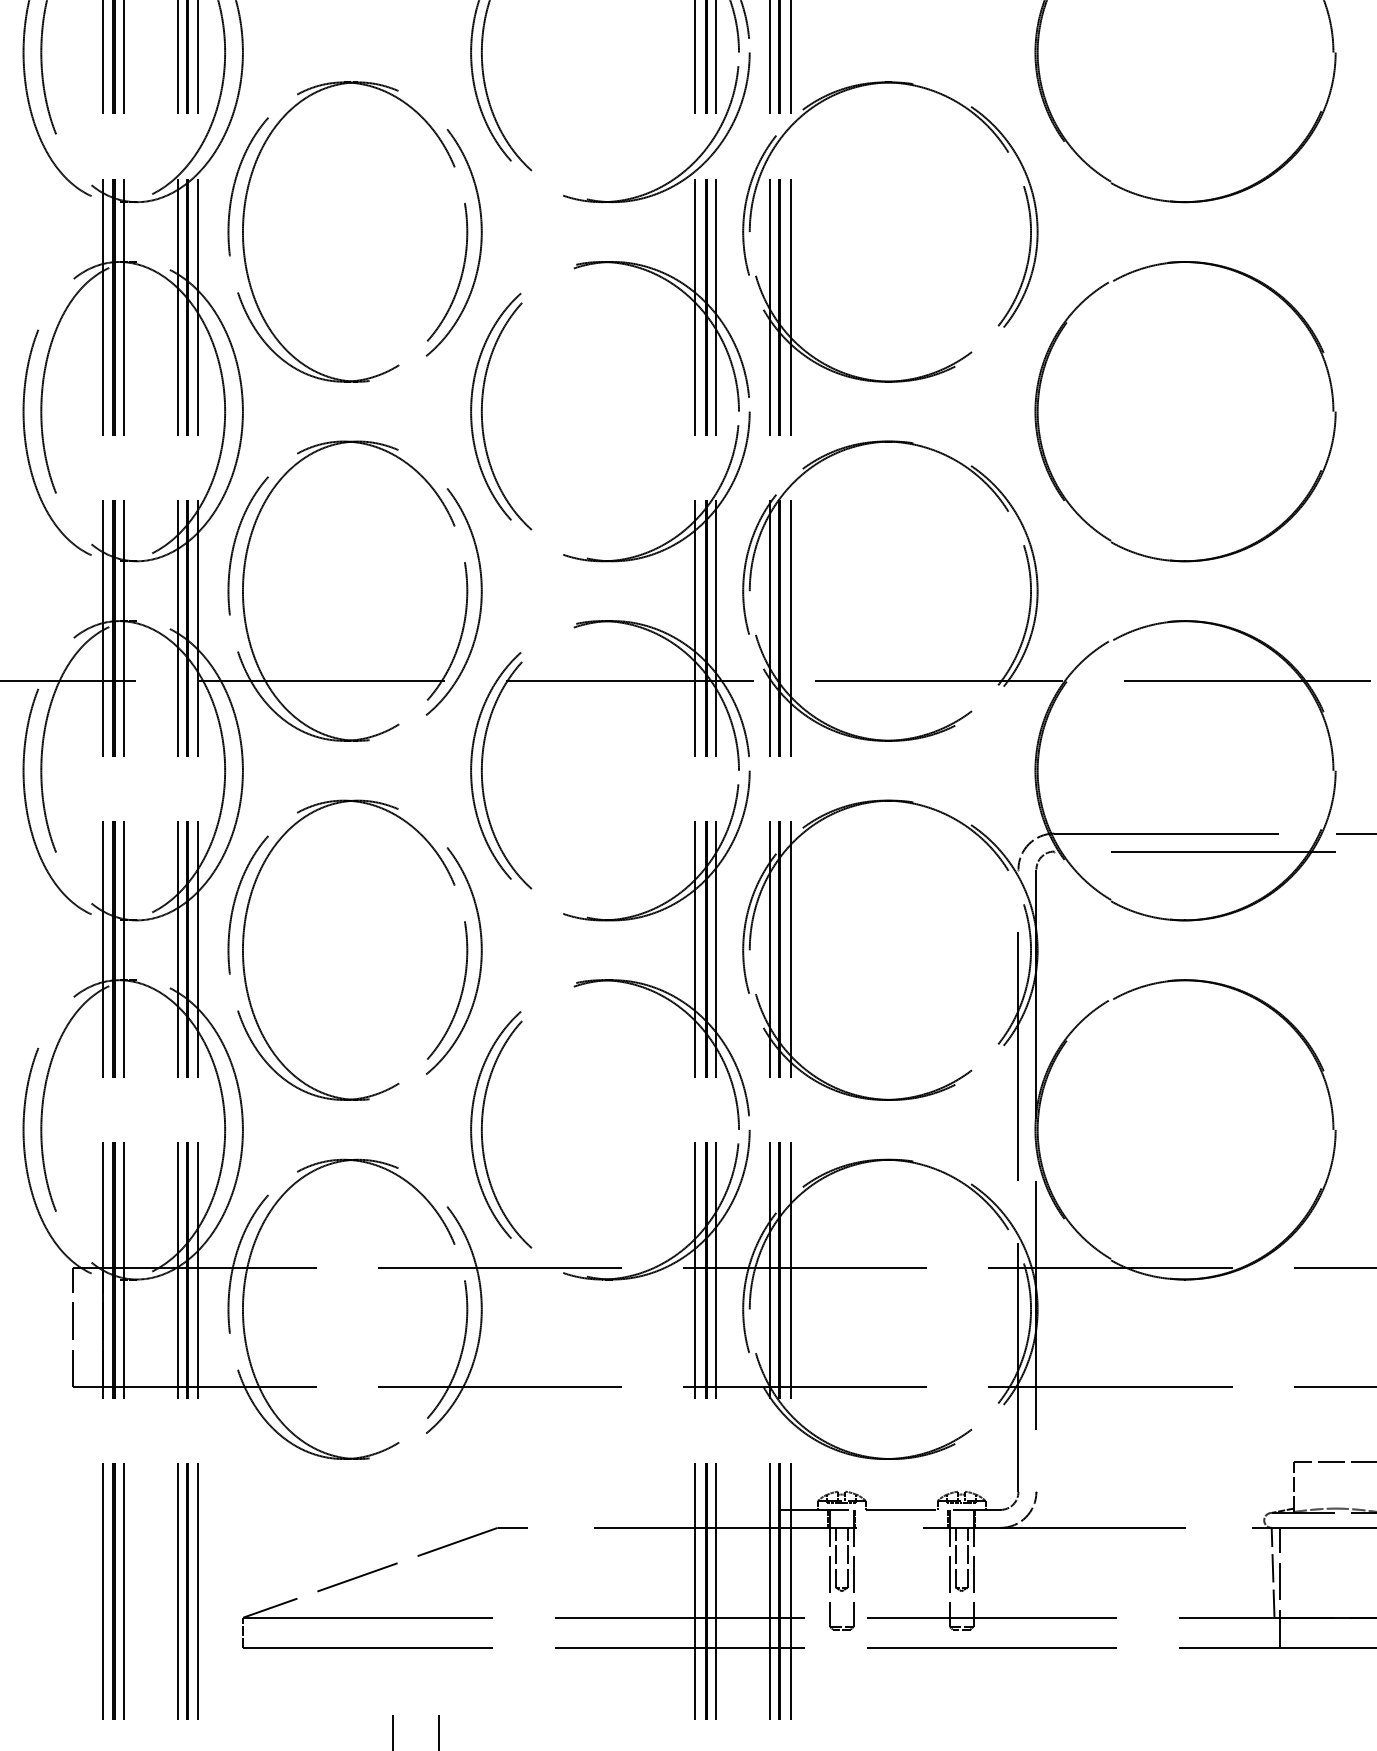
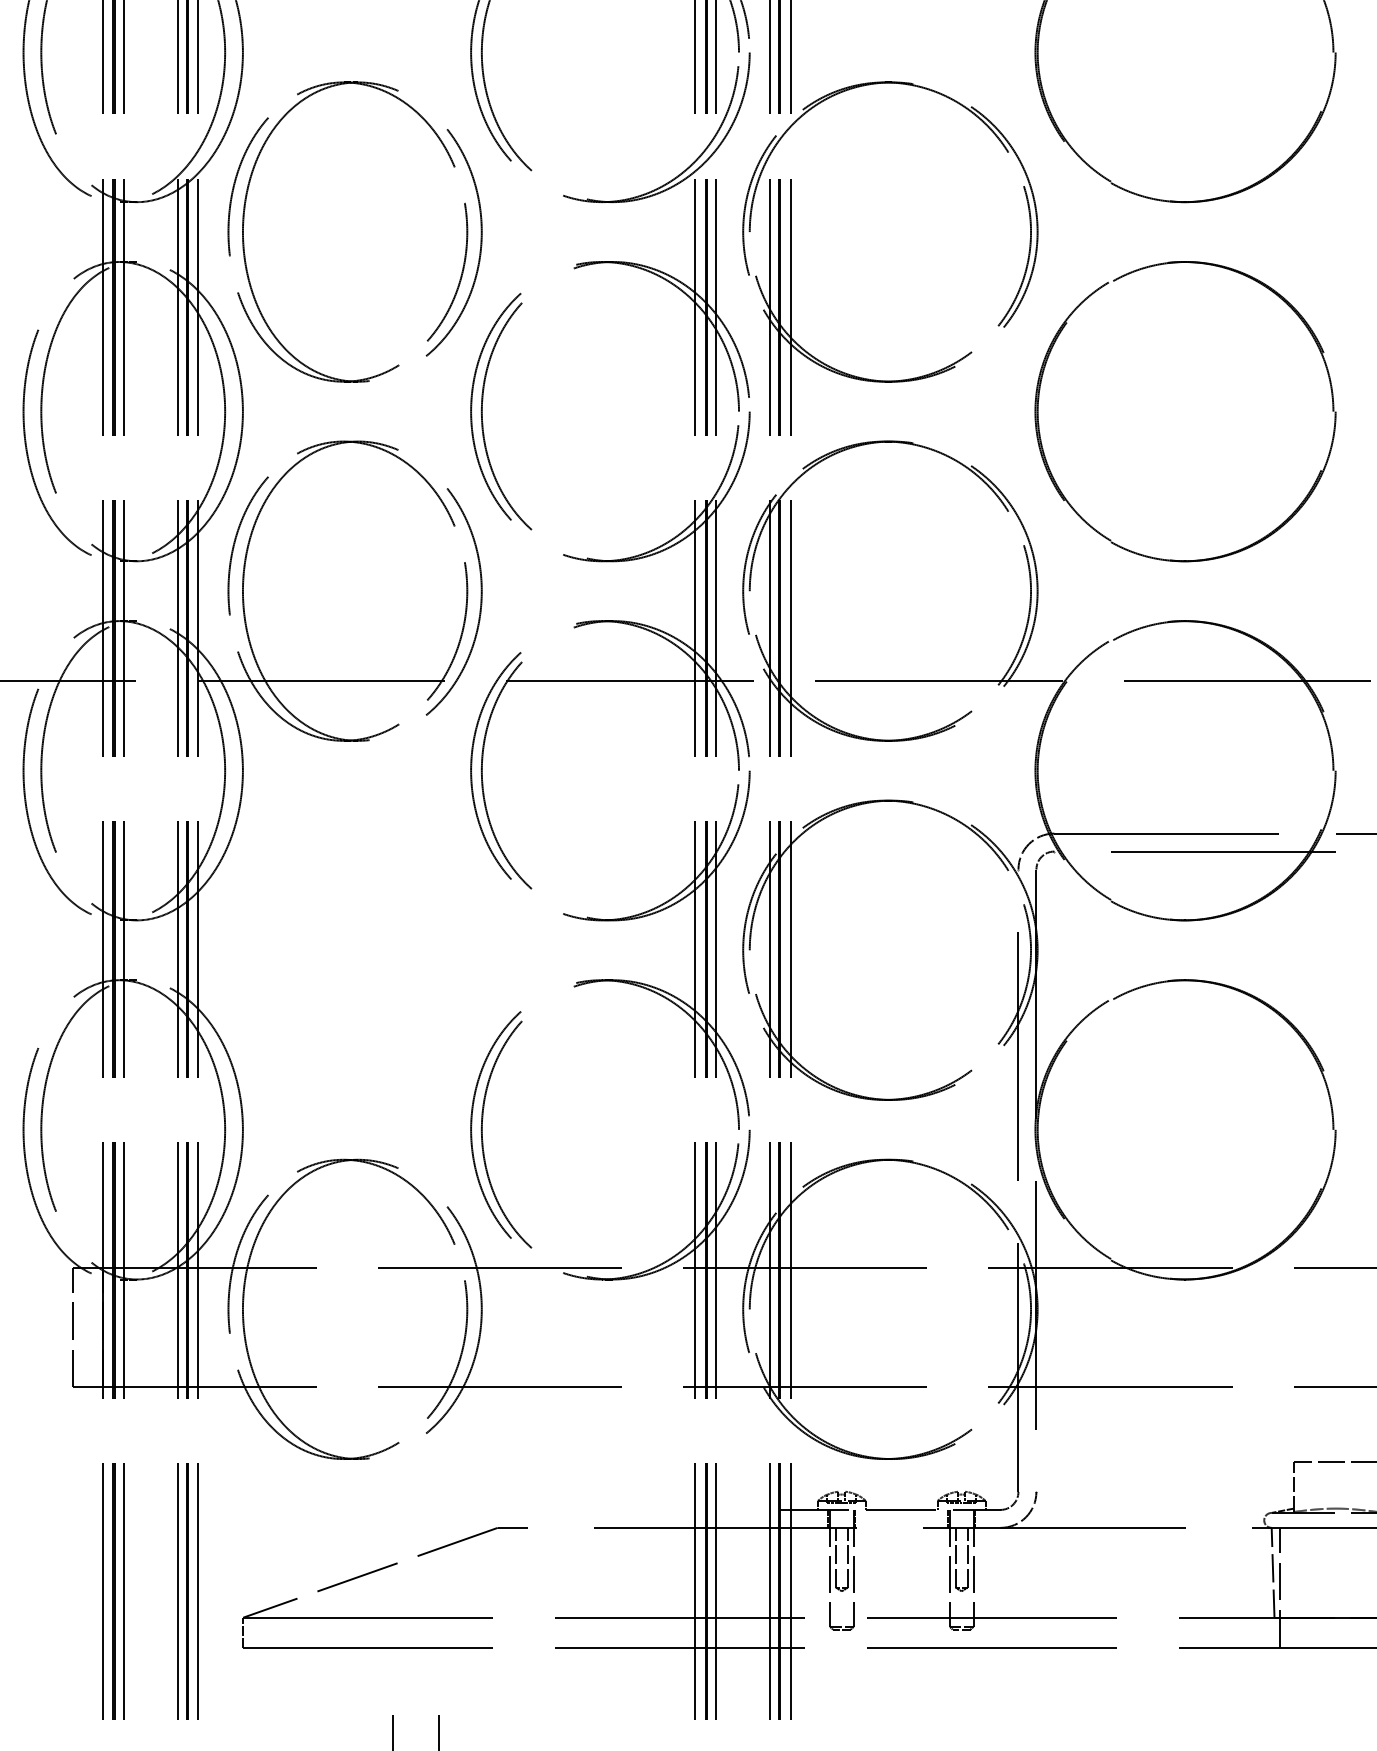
part at (244, 941): present -> none
